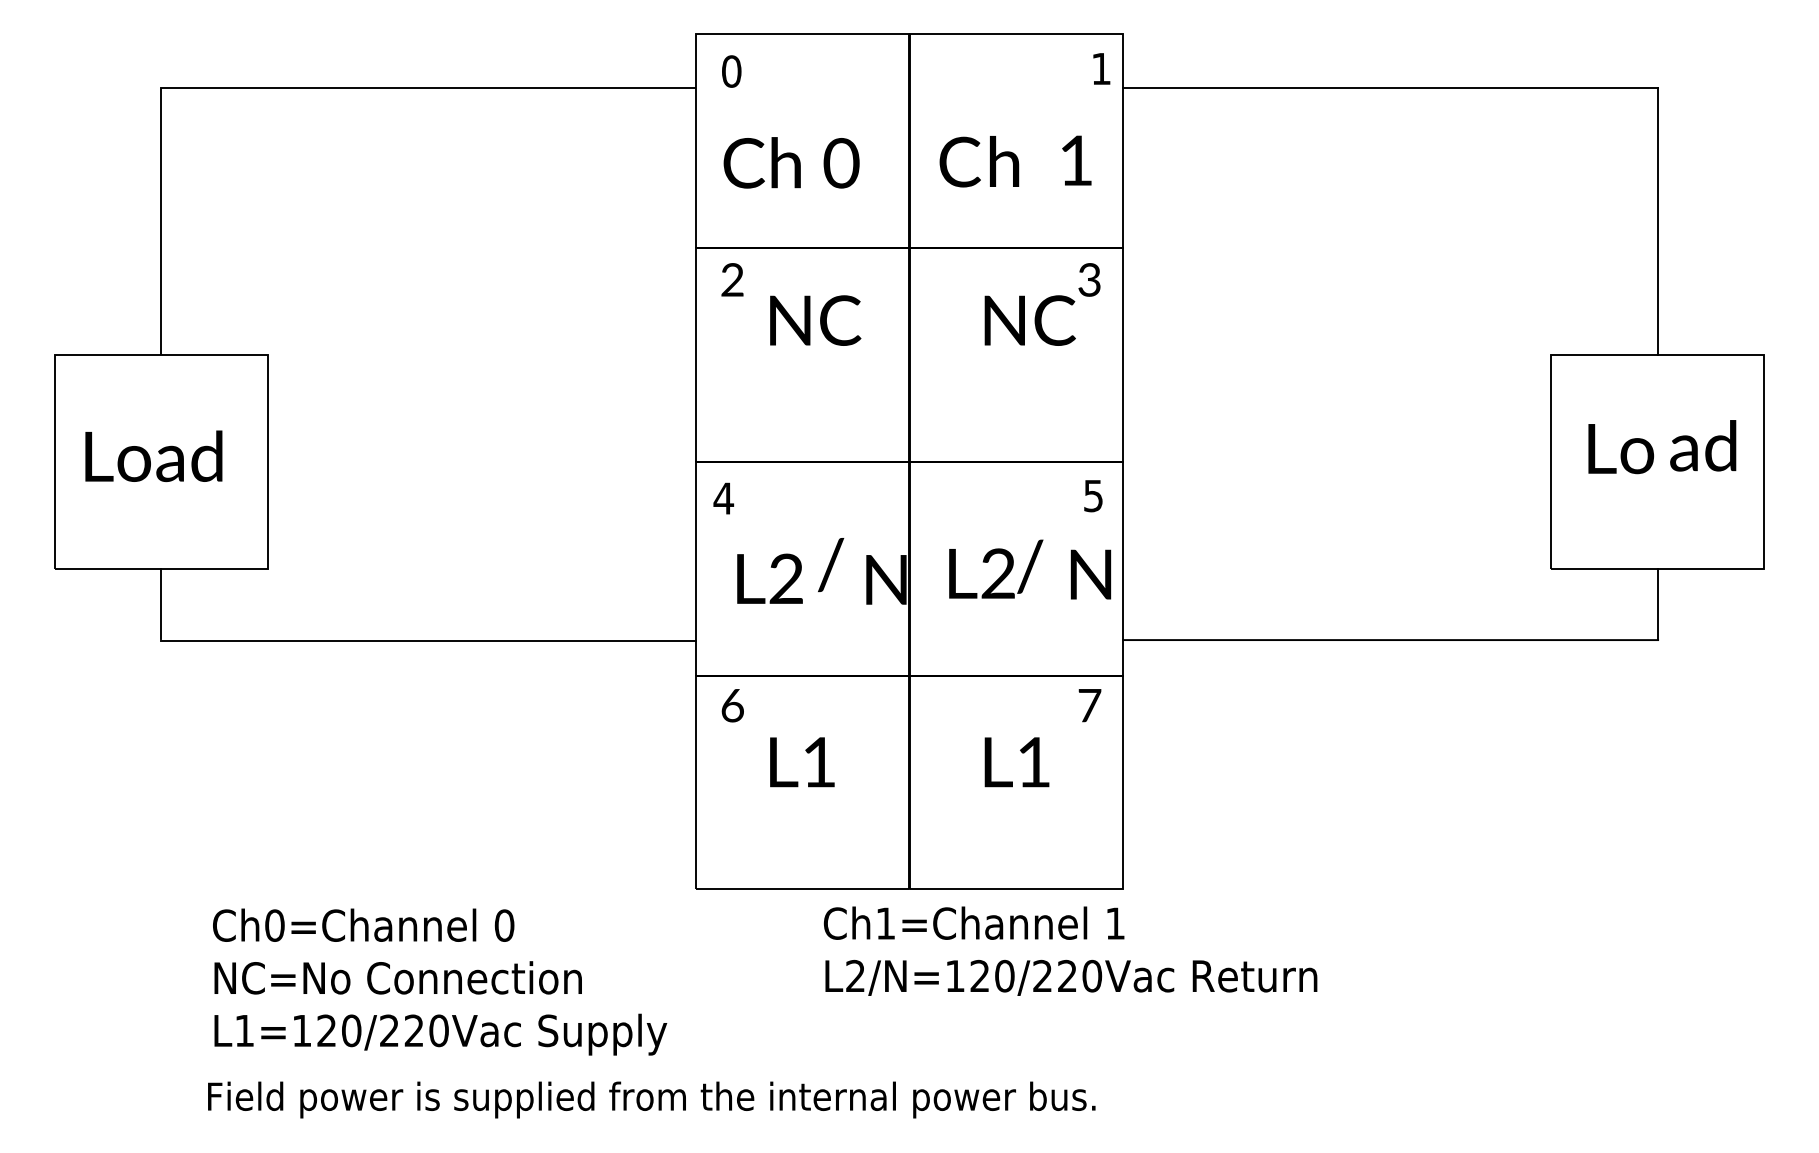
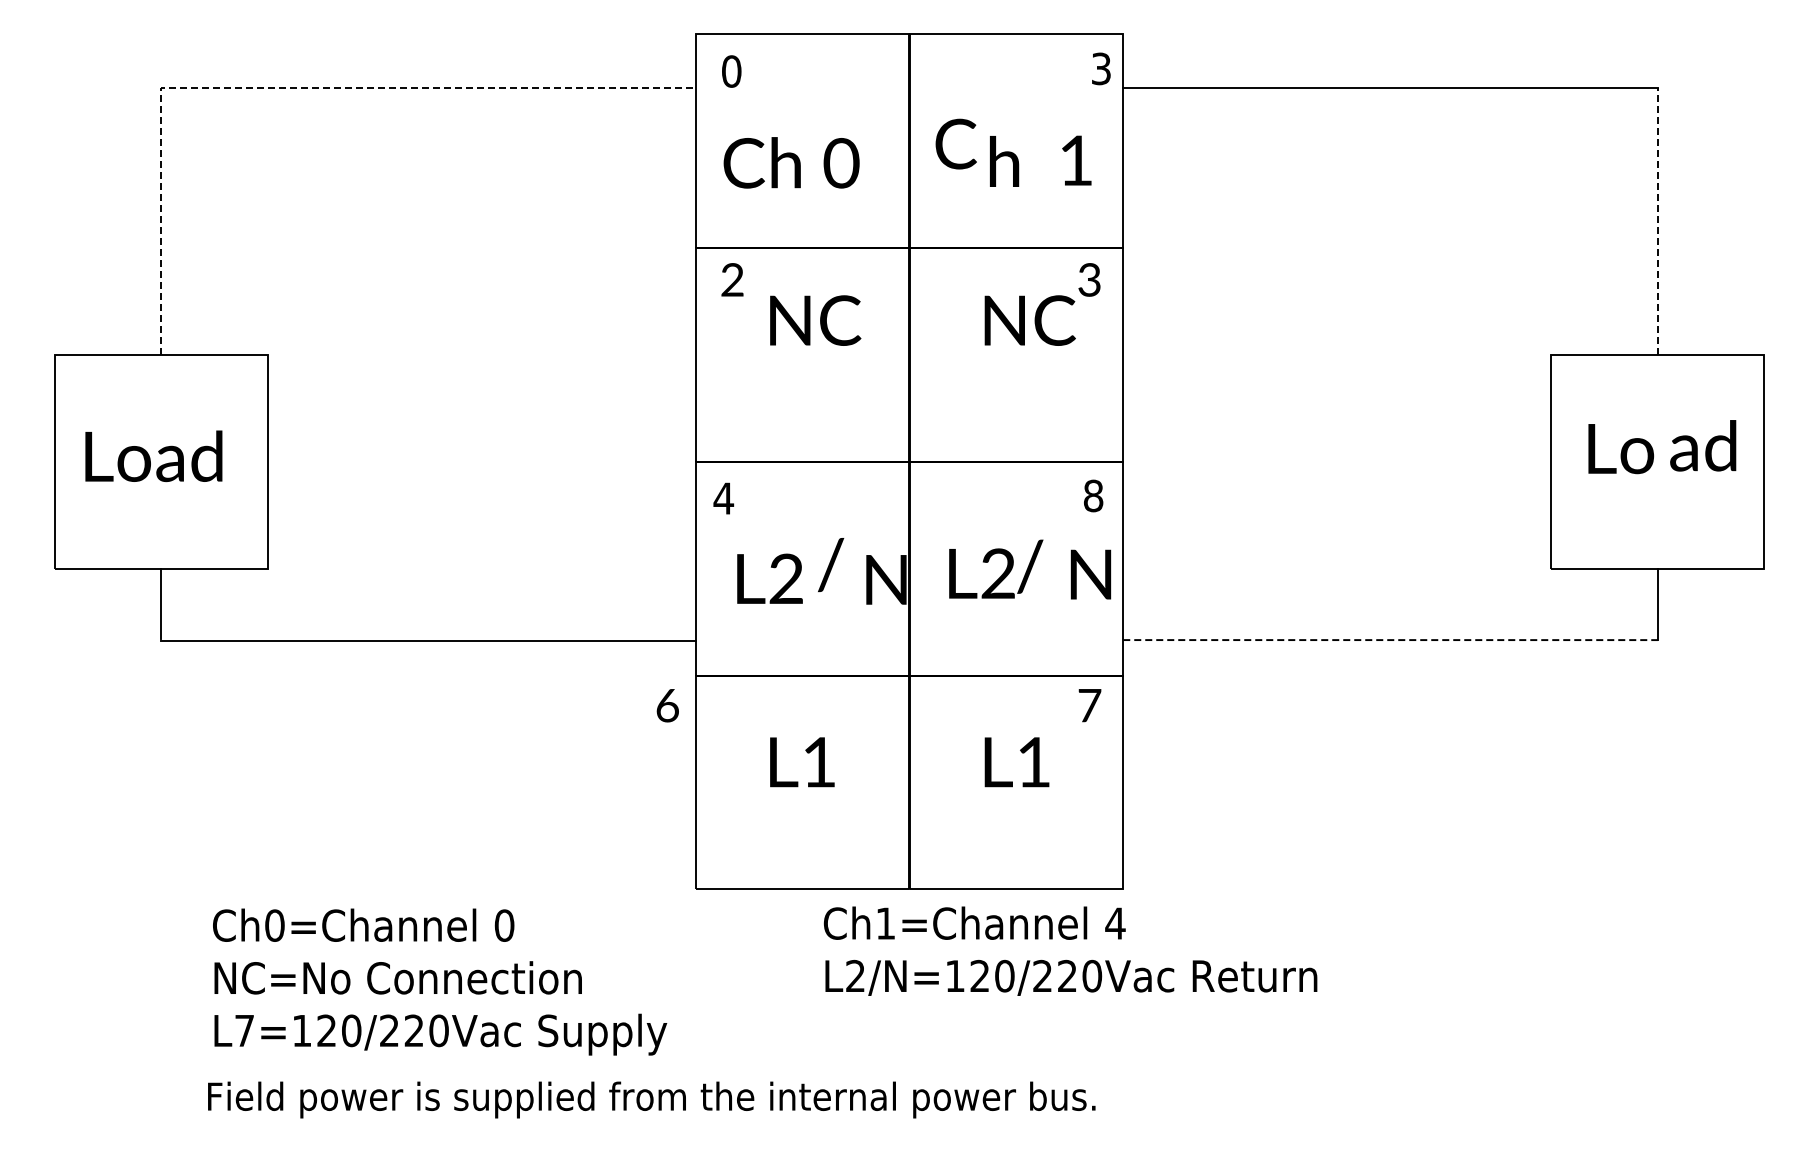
text at (1101, 68): 1 -> 3
line at (294, 87): solid -> dashed
text at (959, 161) position: (959, 161) -> (955, 143)
line at (1657, 221): solid -> dashed
text at (1093, 495): 5 -> 8
line at (1391, 640): solid -> dashed
text at (732, 705) position: (732, 705) -> (667, 705)
text at (1115, 923): 1 -> 4
text at (244, 1030): L1=120/220Vac -> L7=120/220Vac
